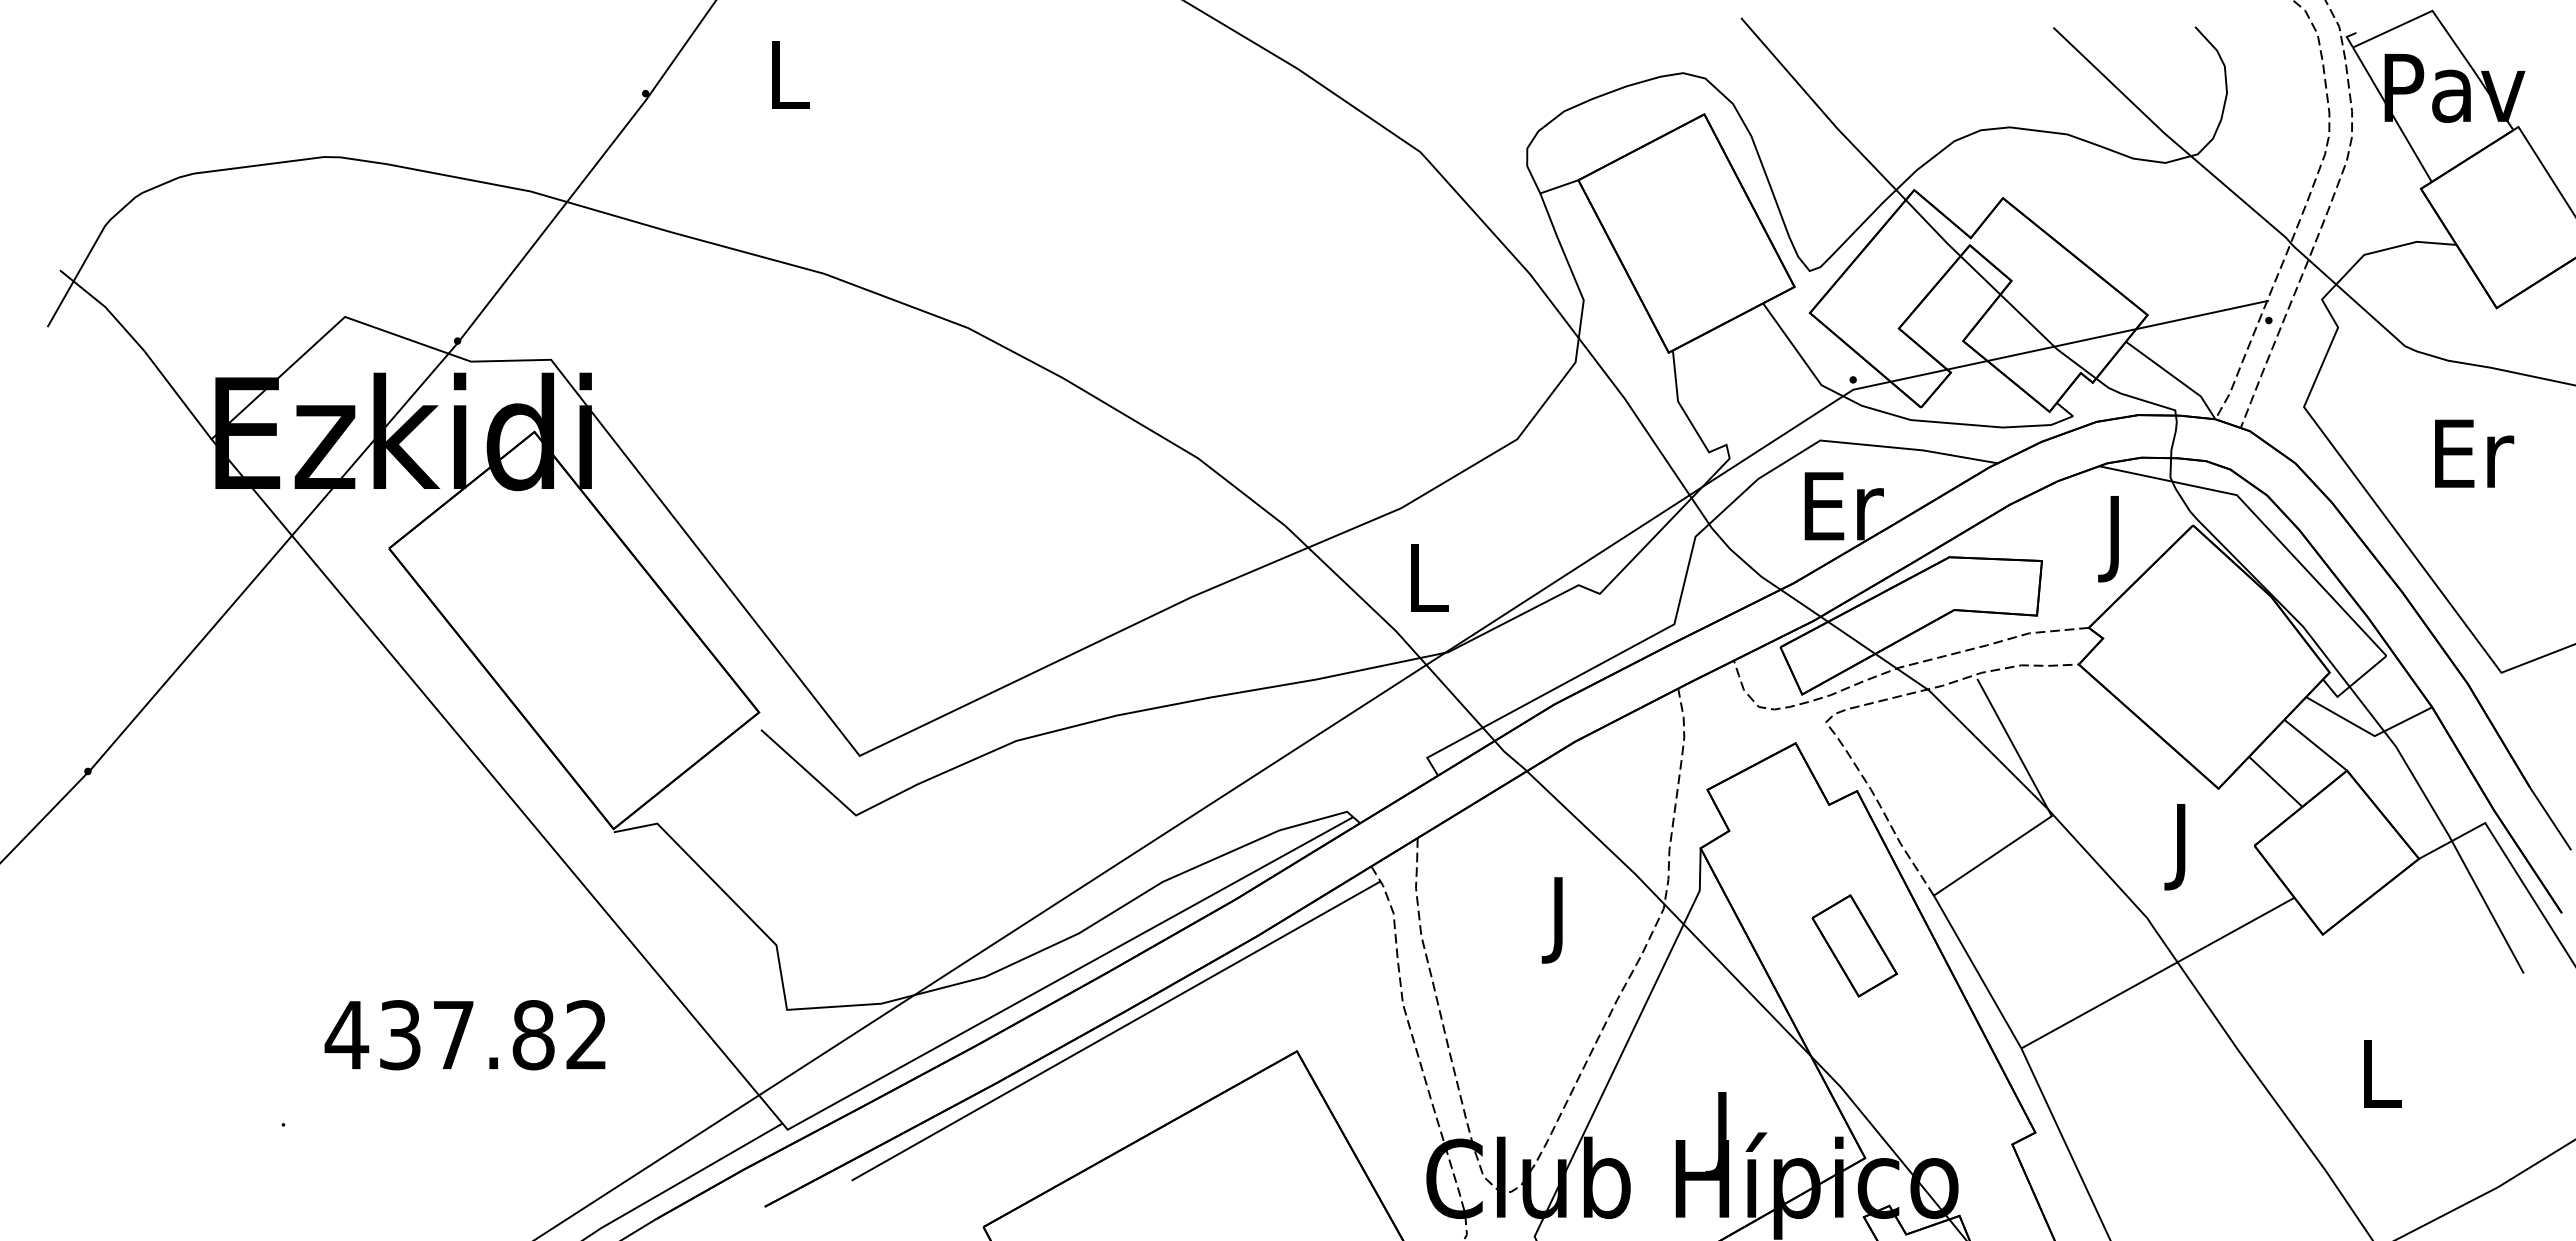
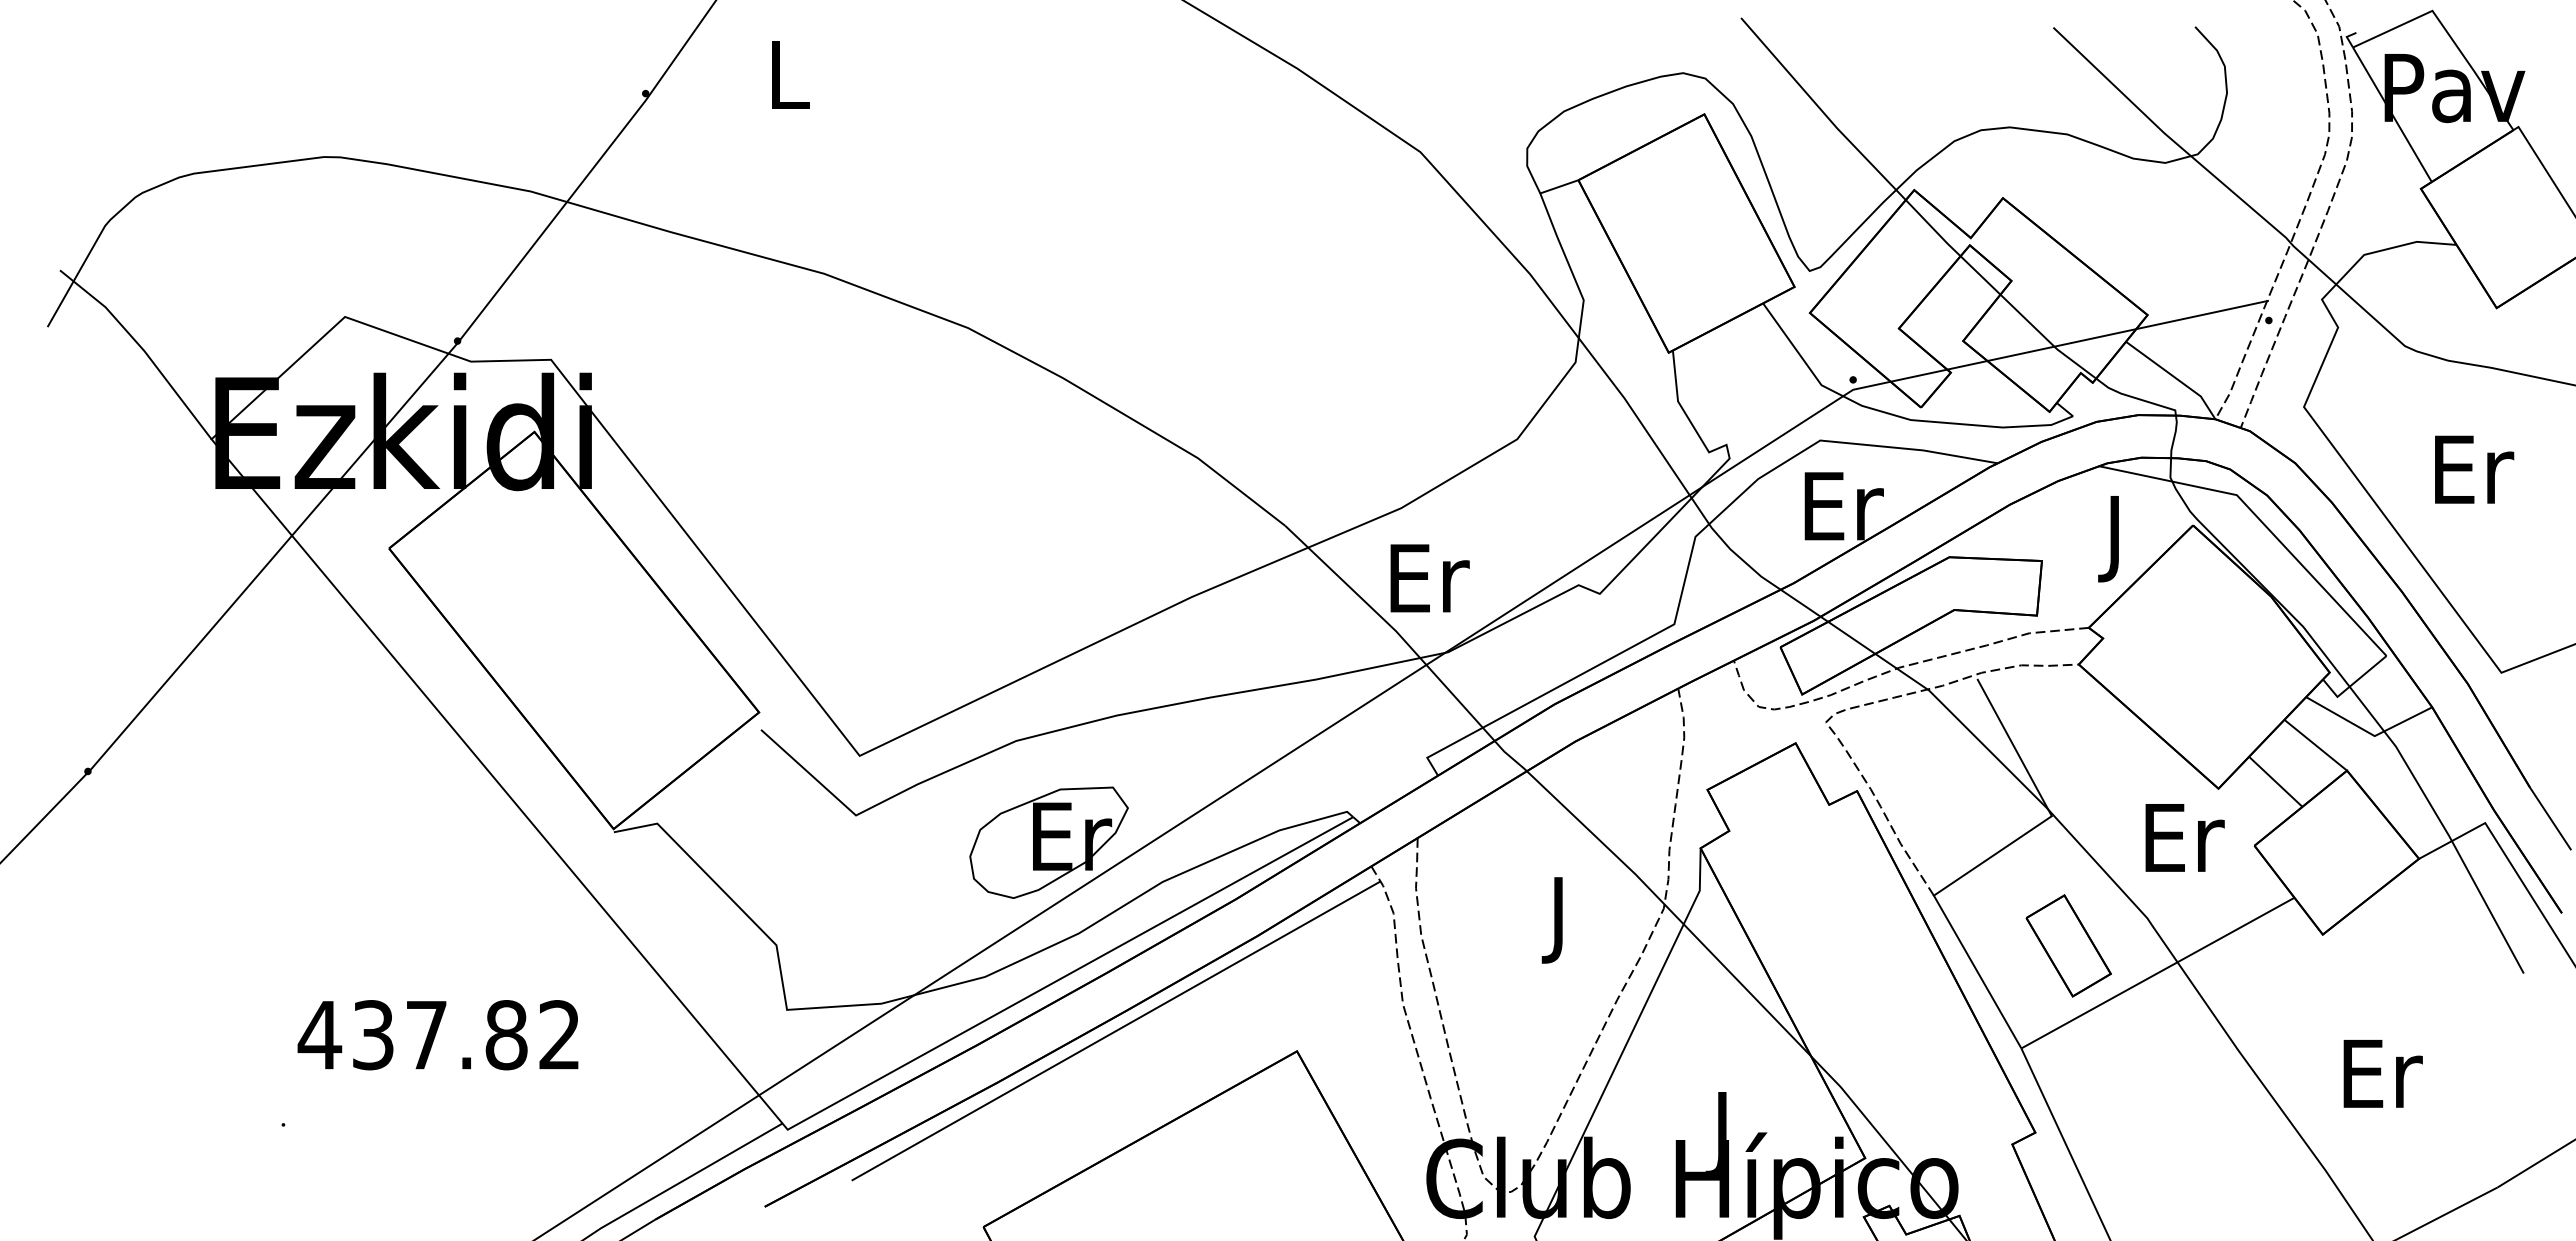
text at (2474, 453) position: (2474, 453) -> (2474, 469)
text at (1429, 578): L -> Er
part at (1048, 842): none -> present
text at (2184, 847): J -> Er
part at (1854, 945) position: (1854, 945) -> (2068, 945)
text at (464, 1035) position: (464, 1035) -> (437, 1035)
text at (2382, 1073): L -> Er
